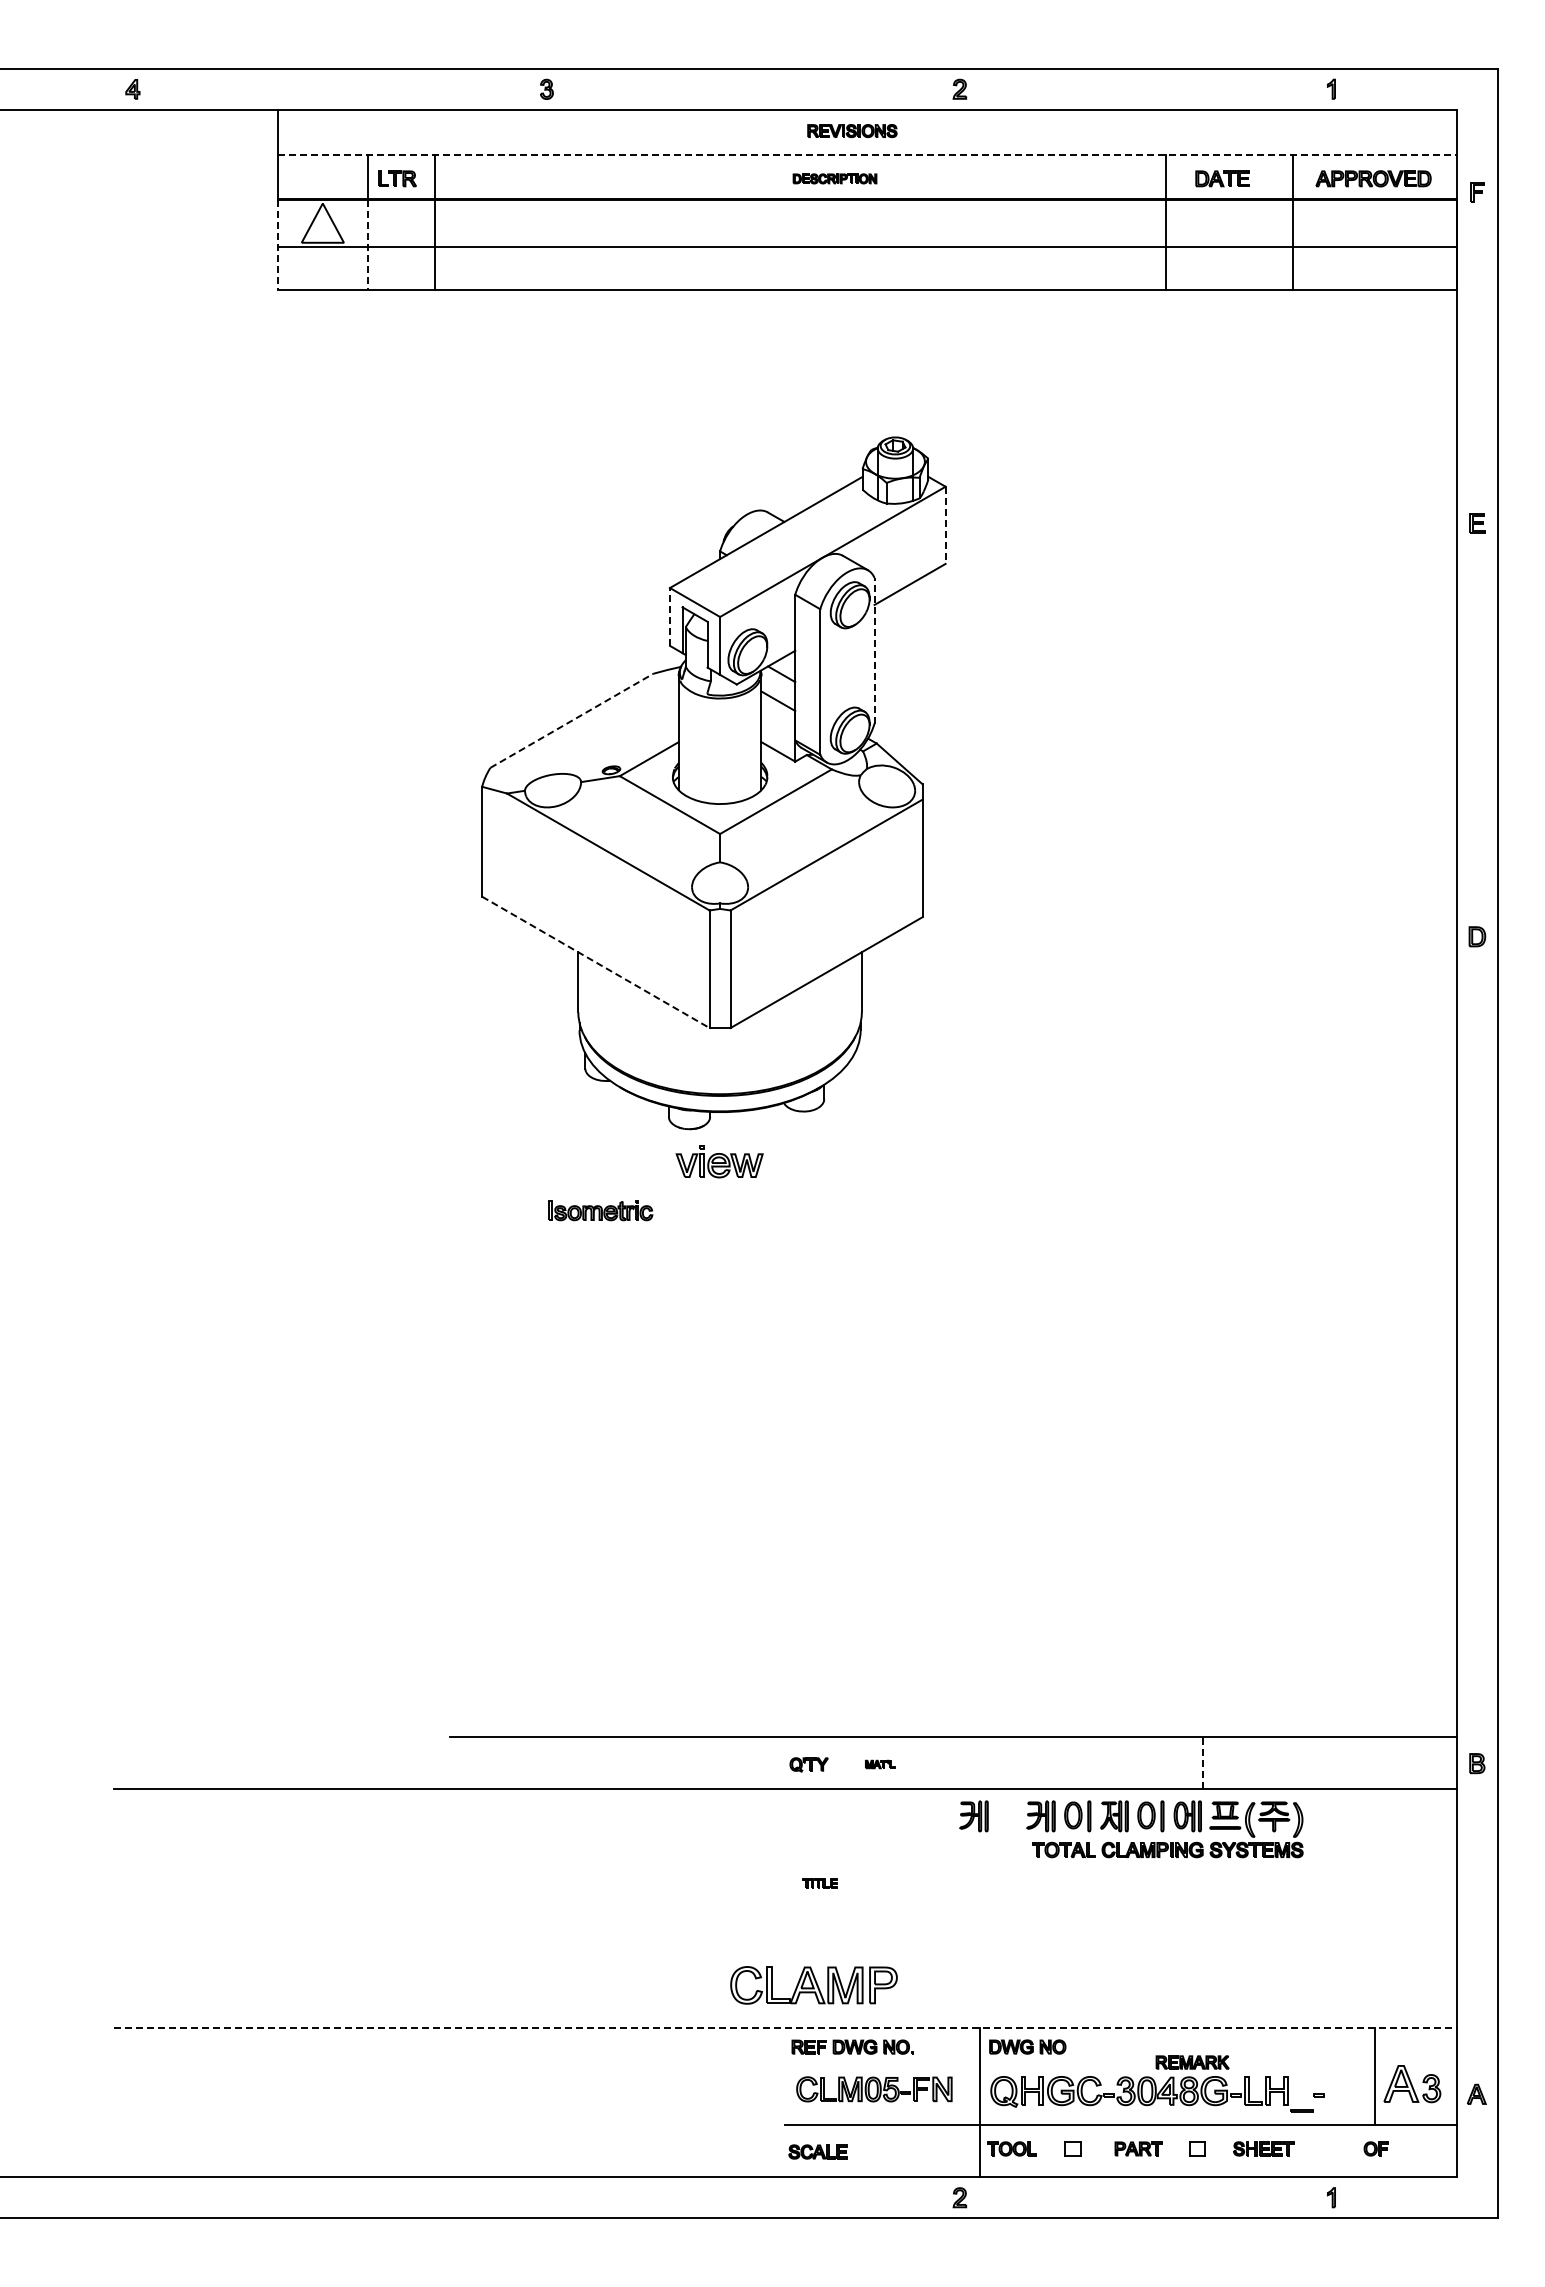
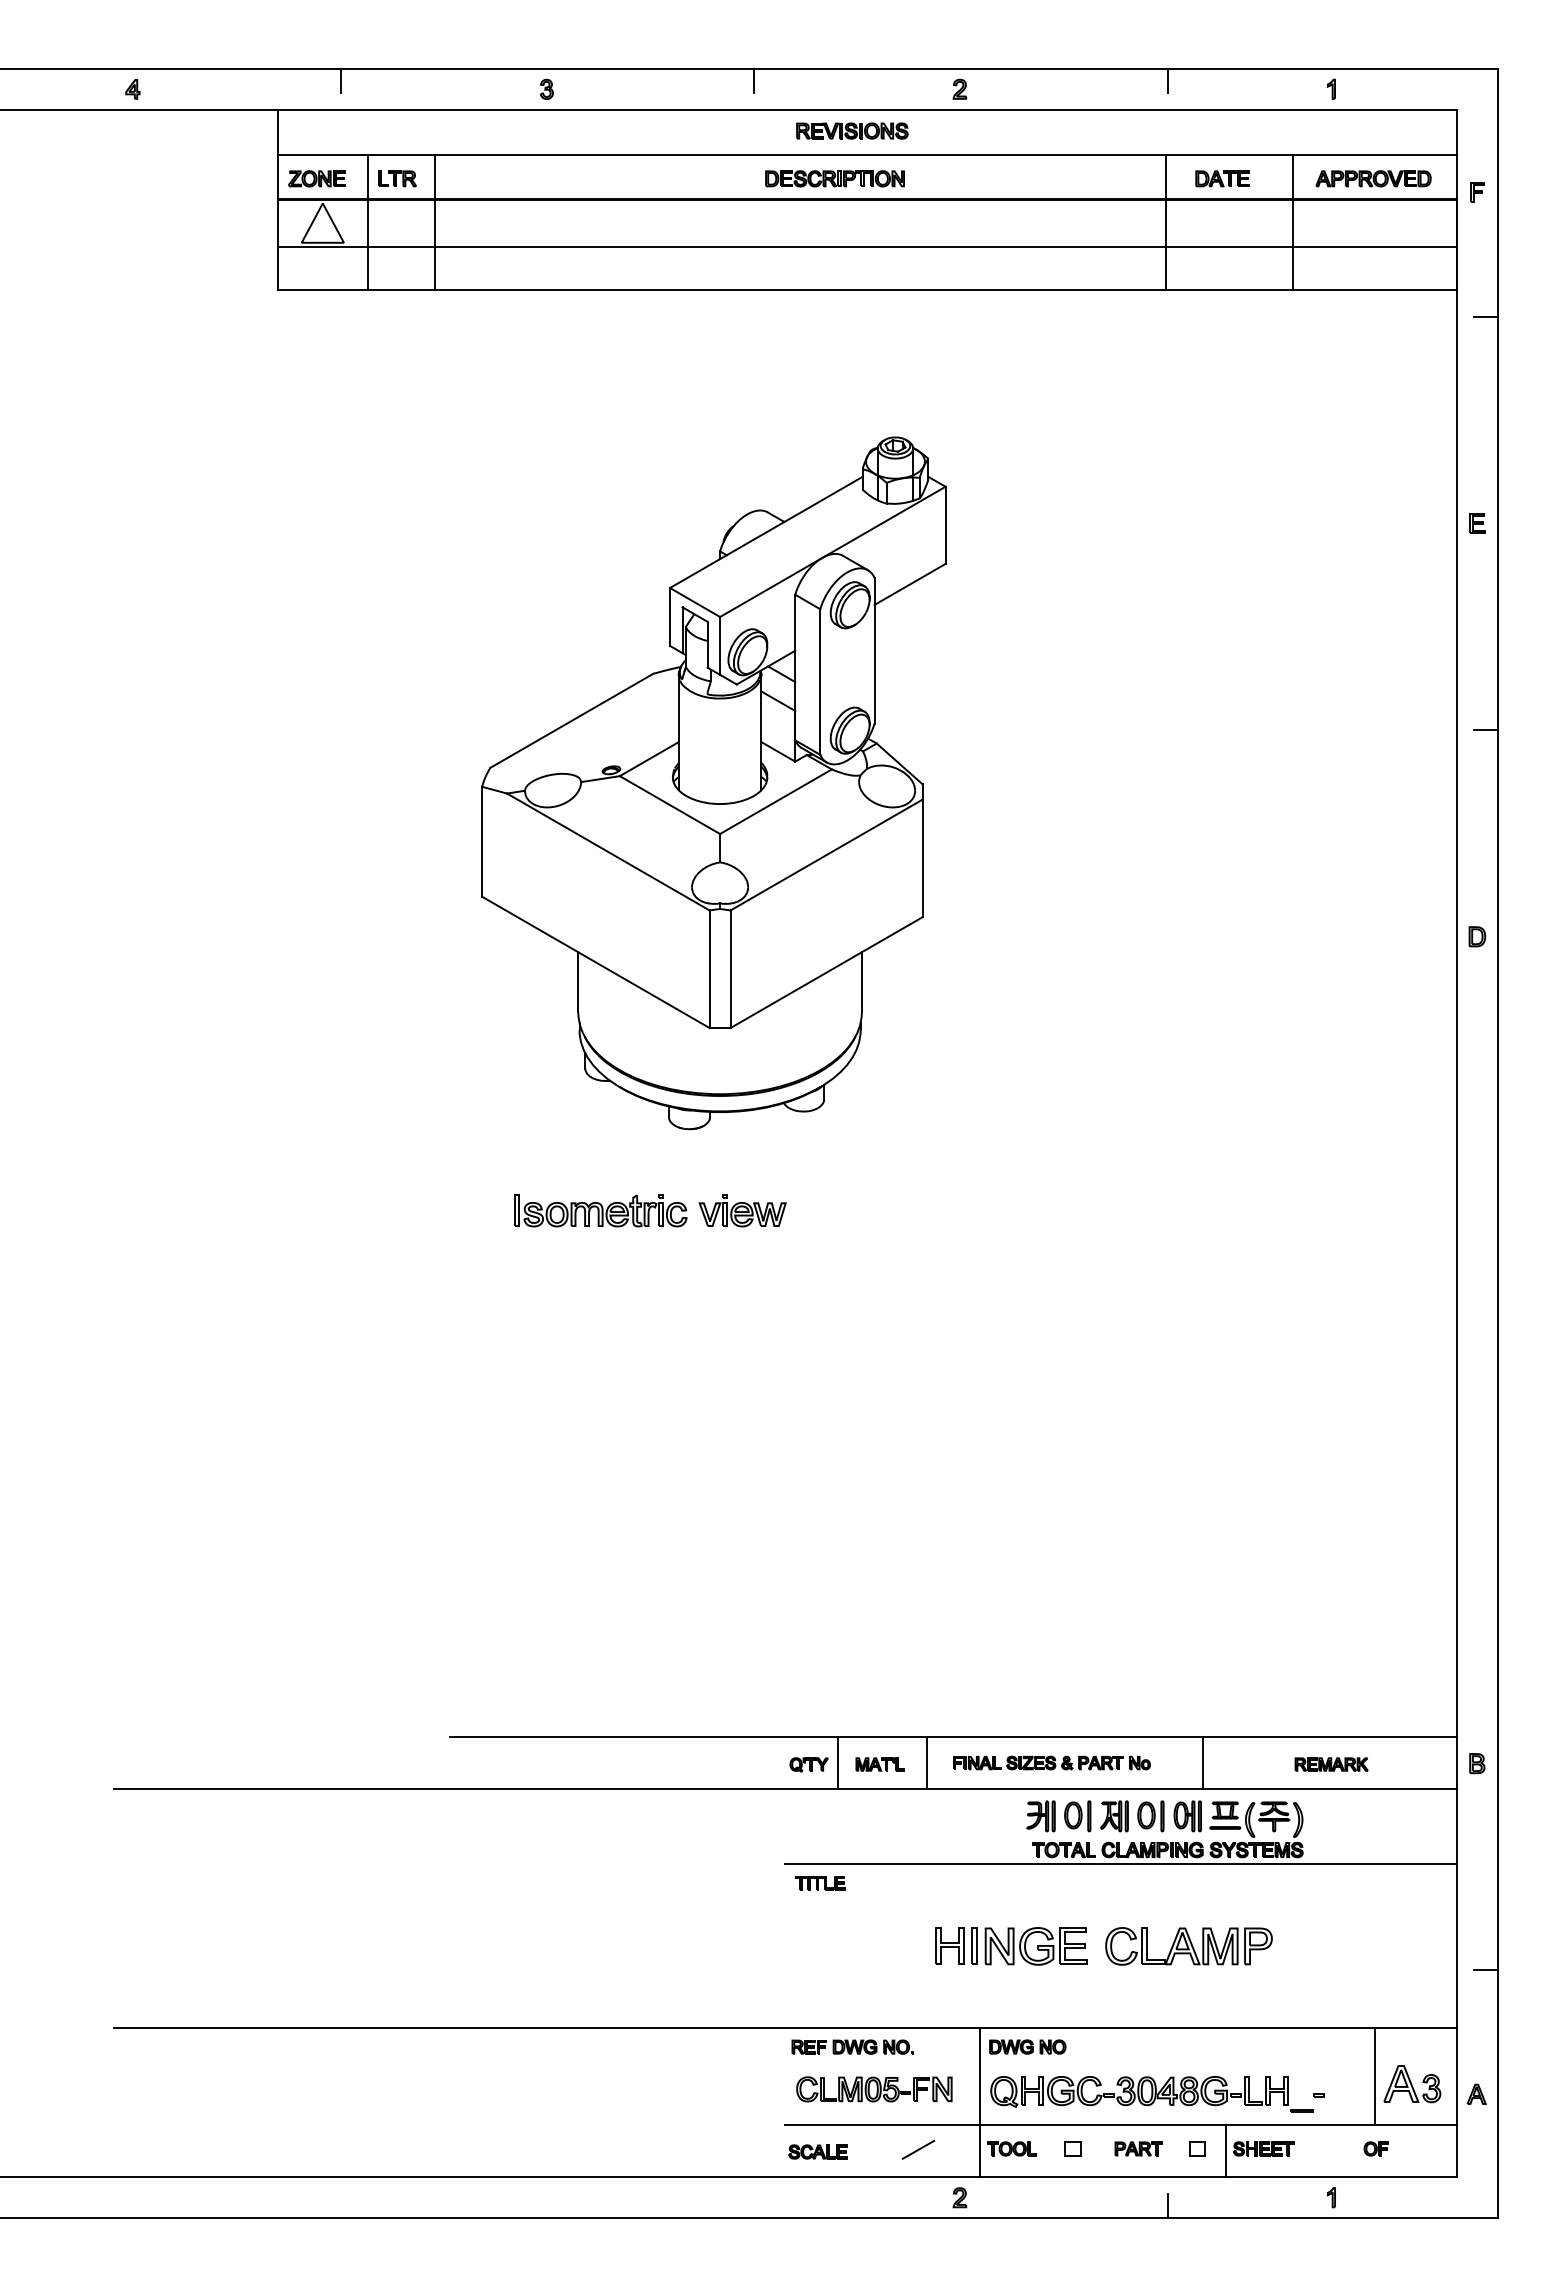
line at (340, 80): none -> present
line at (754, 80): none -> present
line at (1167, 80): none -> present
part at (852, 131) size: 91x15 px -> 113x18 px
line at (868, 154): dashed -> solid
part at (316, 178): none -> present
part at (834, 178) size: 86x12 px -> 140x18 px
line at (278, 245): dashed -> solid
line at (367, 245): dashed -> solid
line at (1485, 316): none -> present
line at (945, 525): dashed -> solid
line at (670, 616): dashed -> solid
line at (874, 650): dashed -> solid
line at (572, 720): dashed -> solid
line at (1485, 730): none -> present
line at (596, 962): dashed -> solid
part at (719, 1161) position: (719, 1161) -> (742, 1210)
part at (600, 1210) size: 106x22 px -> 174x34 px
line at (837, 1762): none -> present
line at (927, 1762): none -> present
part at (1051, 1762): none -> present
line at (1203, 1762): dashed -> solid
part at (880, 1764) size: 31x11 px -> 50x15 px
part at (973, 1816): present -> none
line at (1121, 1863): none -> present
part at (819, 1883) size: 36x11 px -> 51x15 px
part at (1011, 1946): none -> present
line at (1485, 1970): none -> present
part at (813, 1985) position: (813, 1985) -> (1188, 1946)
line at (785, 2027): dashed -> solid
part at (1192, 2062) position: (1192, 2062) -> (1331, 1764)
line at (918, 2149): none -> present
line at (1225, 2150): none -> present
line at (1167, 2205): none -> present
